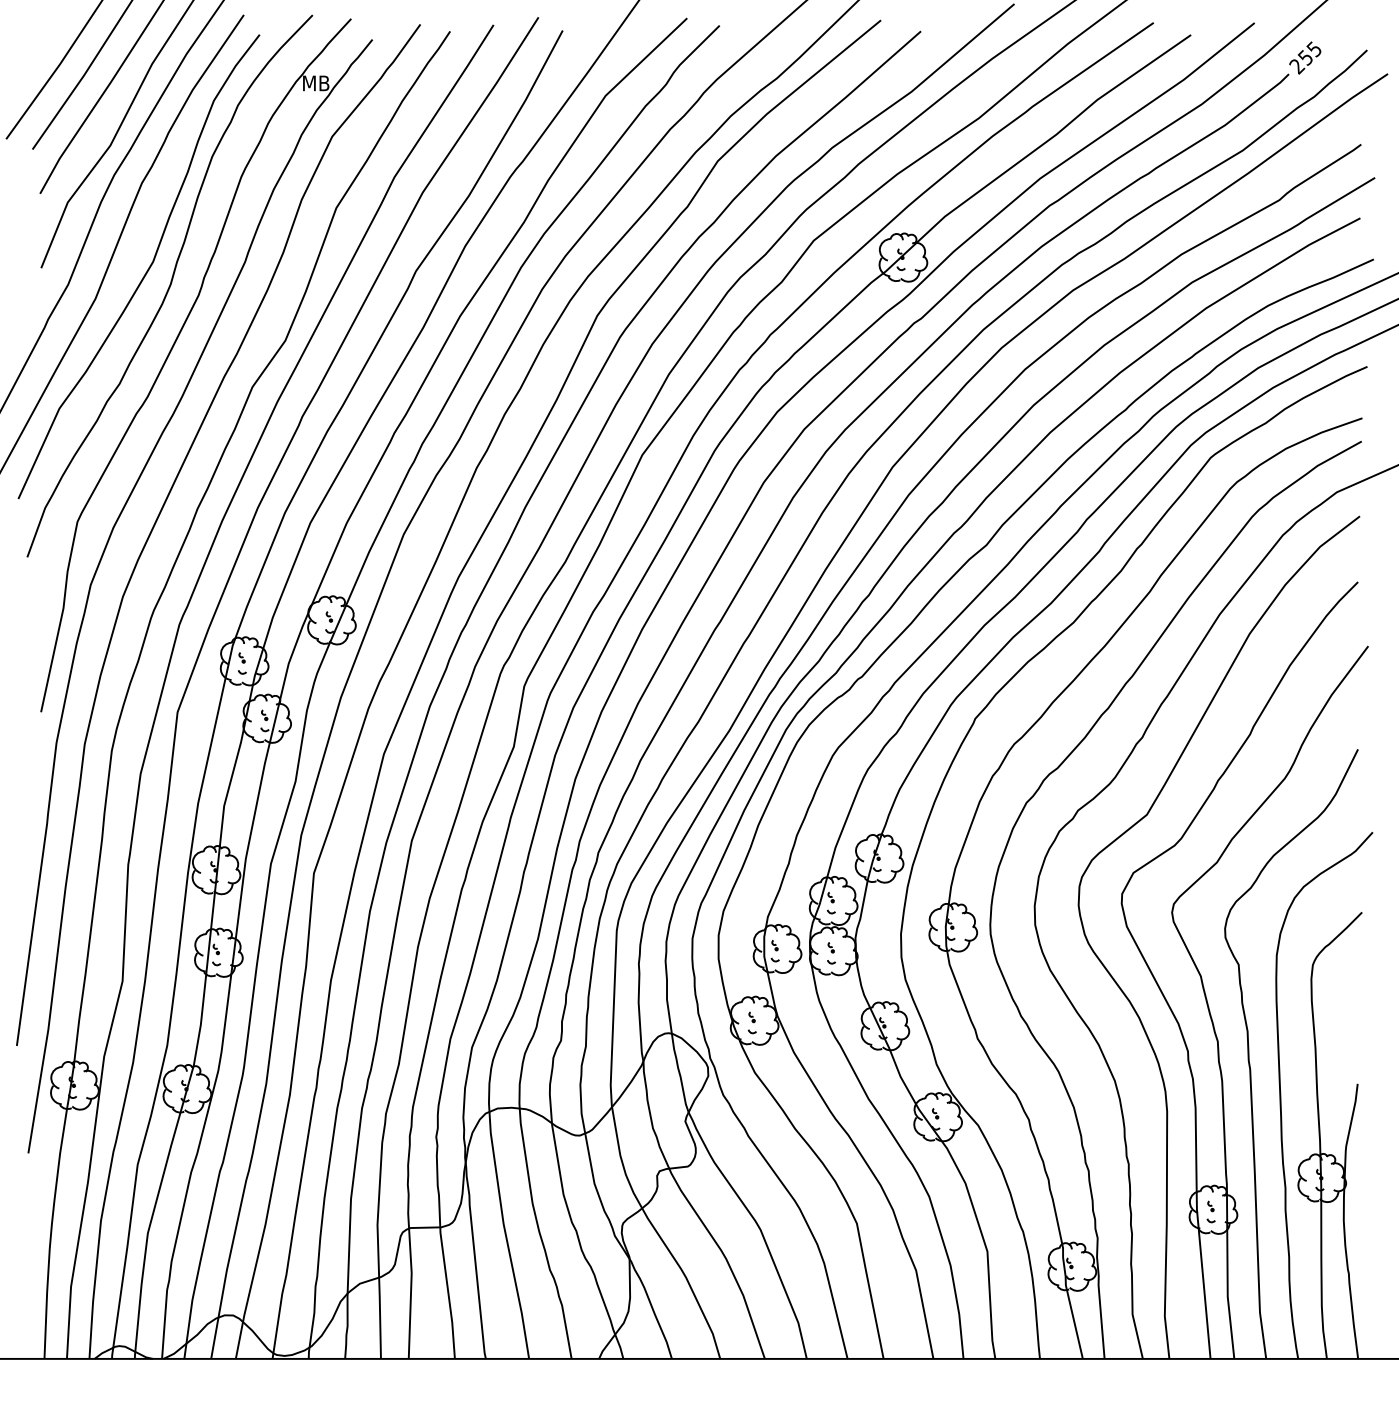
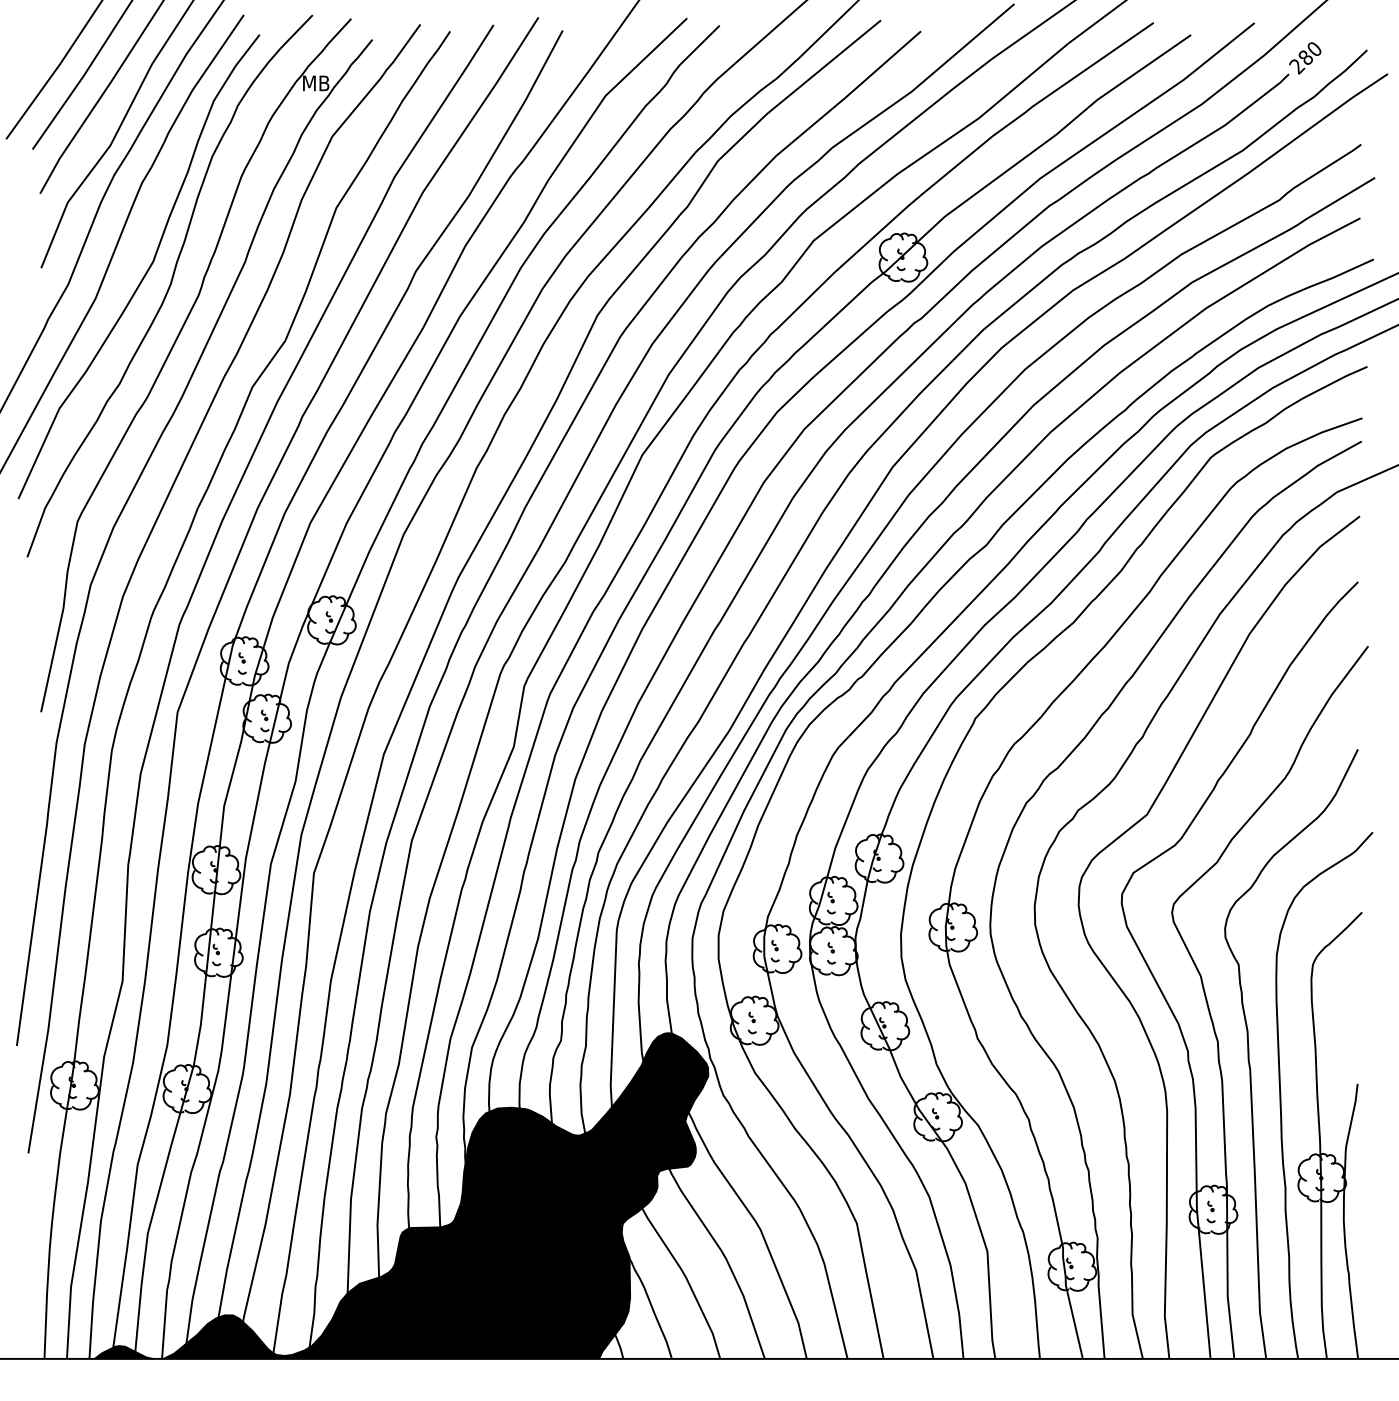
text at (1308, 53): 255 -> 280
fill at (435, 1195): none -> present
fill at (123, 1352): none -> present
